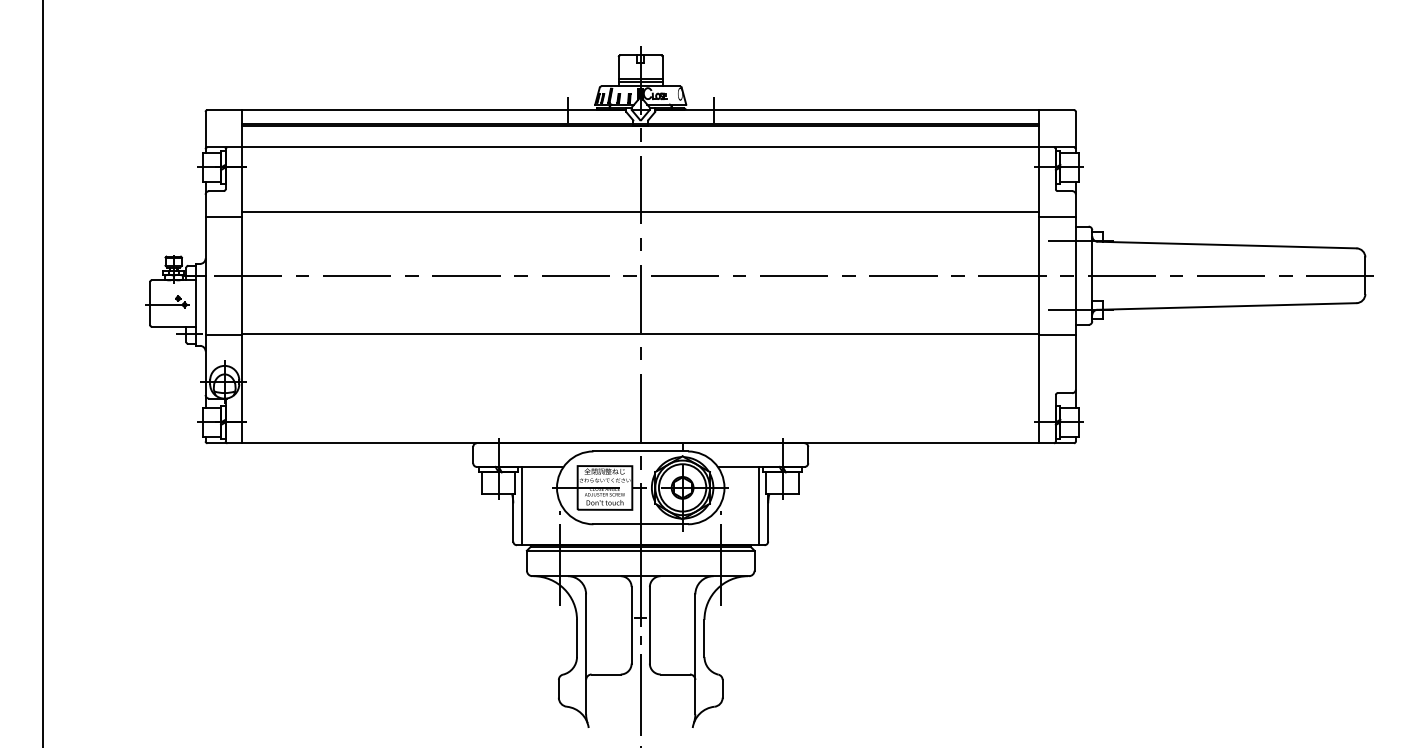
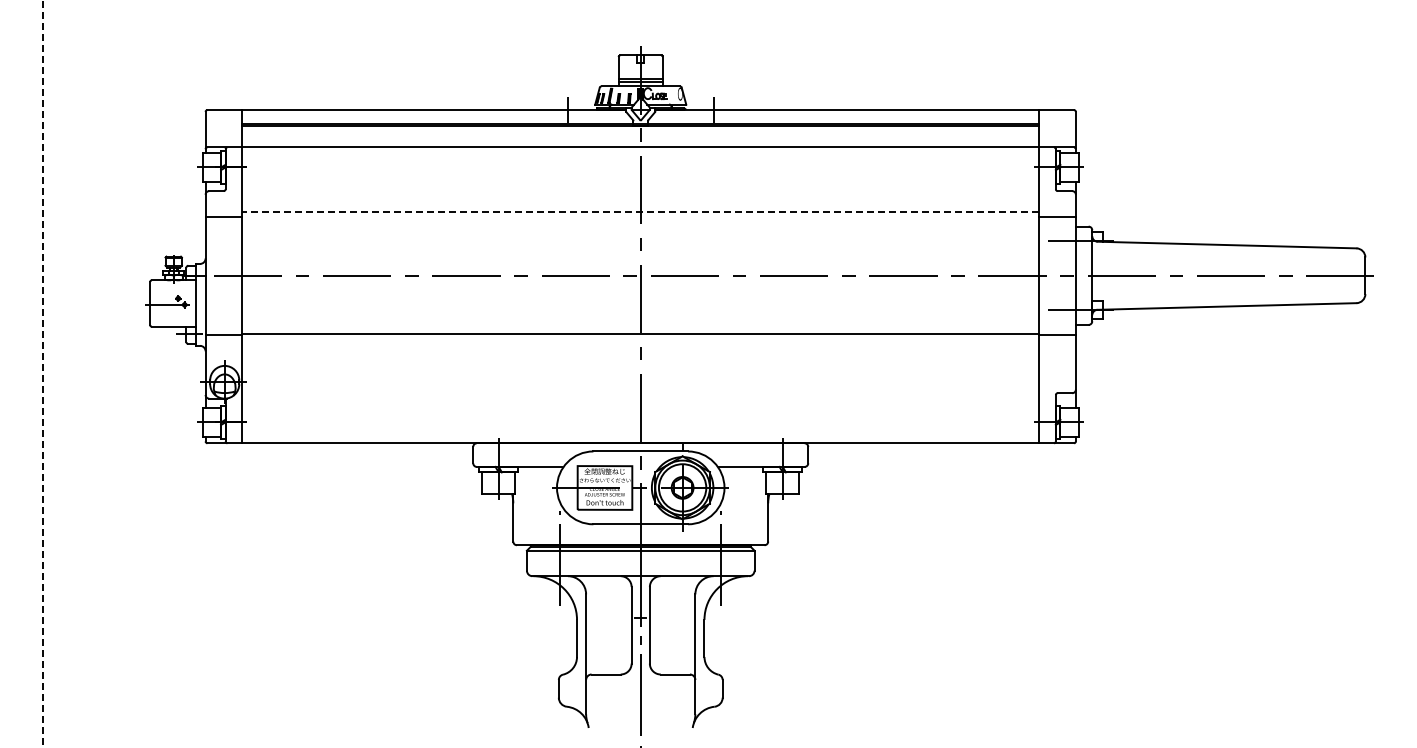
line at (640, 211): solid -> dashed
line at (42, 373): solid -> dashed
line at (522, 505): present -> none
line at (759, 505): present -> none
